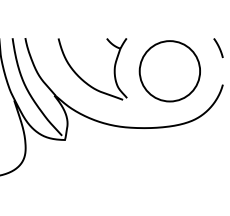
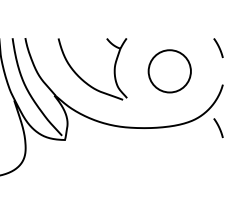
circle at (169, 71) size: 63x63 px -> 45x45 px
line at (218, 128): none -> present
